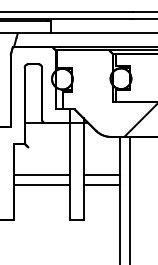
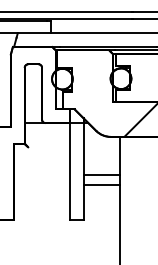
line at (41, 174): present -> none
line at (41, 185): present -> none
line at (129, 198): present -> none
